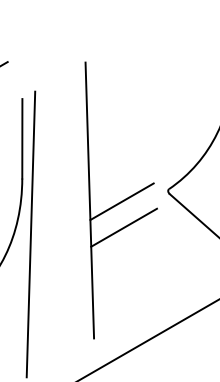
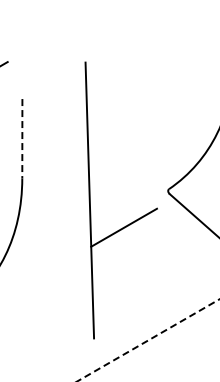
line at (22, 138): solid -> dashed
line at (121, 201): present -> none
line at (30, 234): present -> none
line at (148, 340): solid -> dashed
